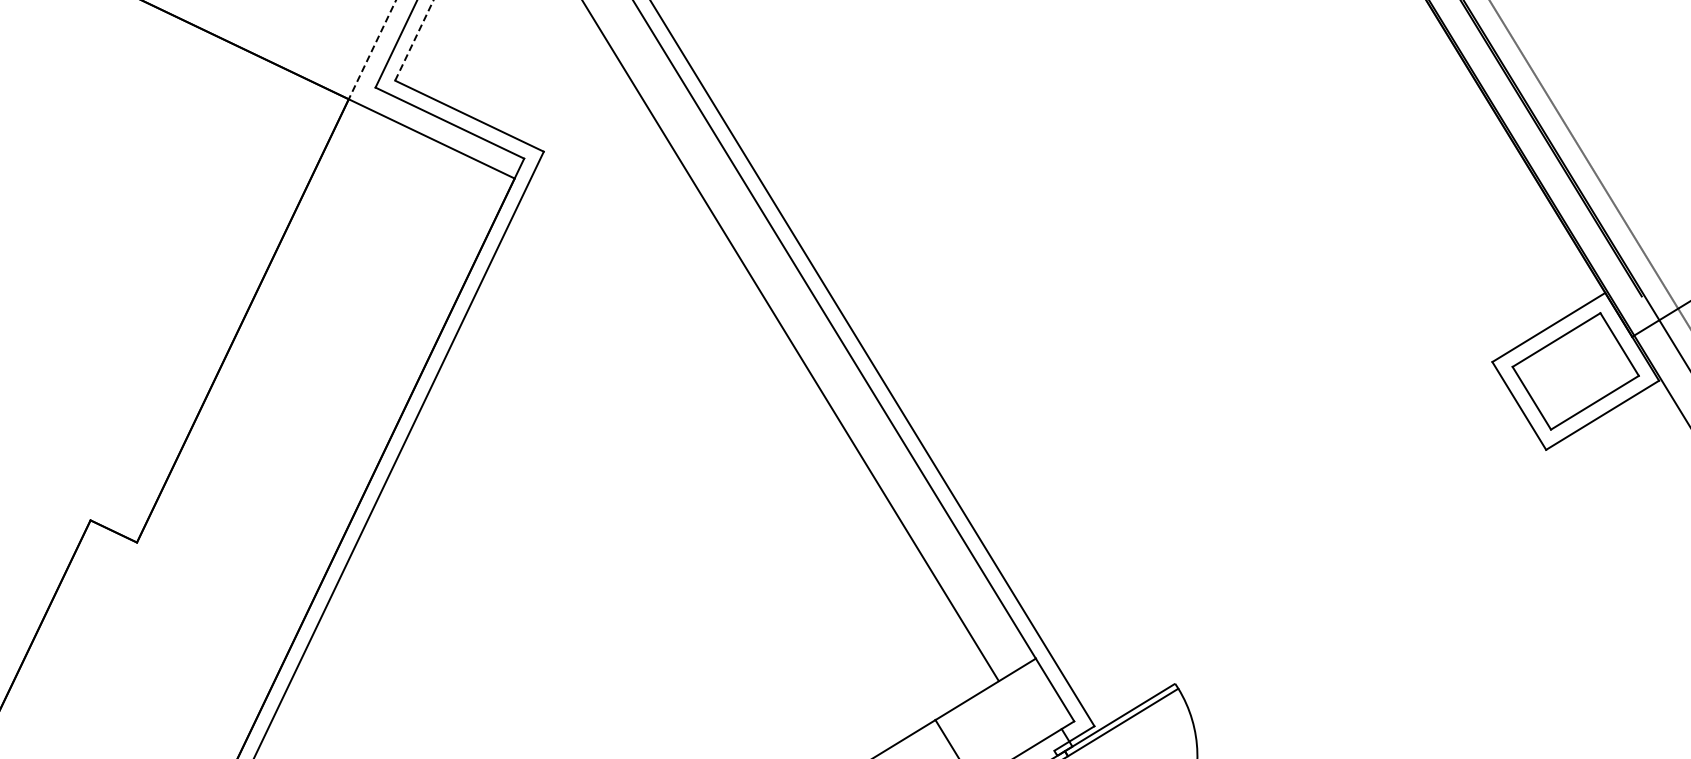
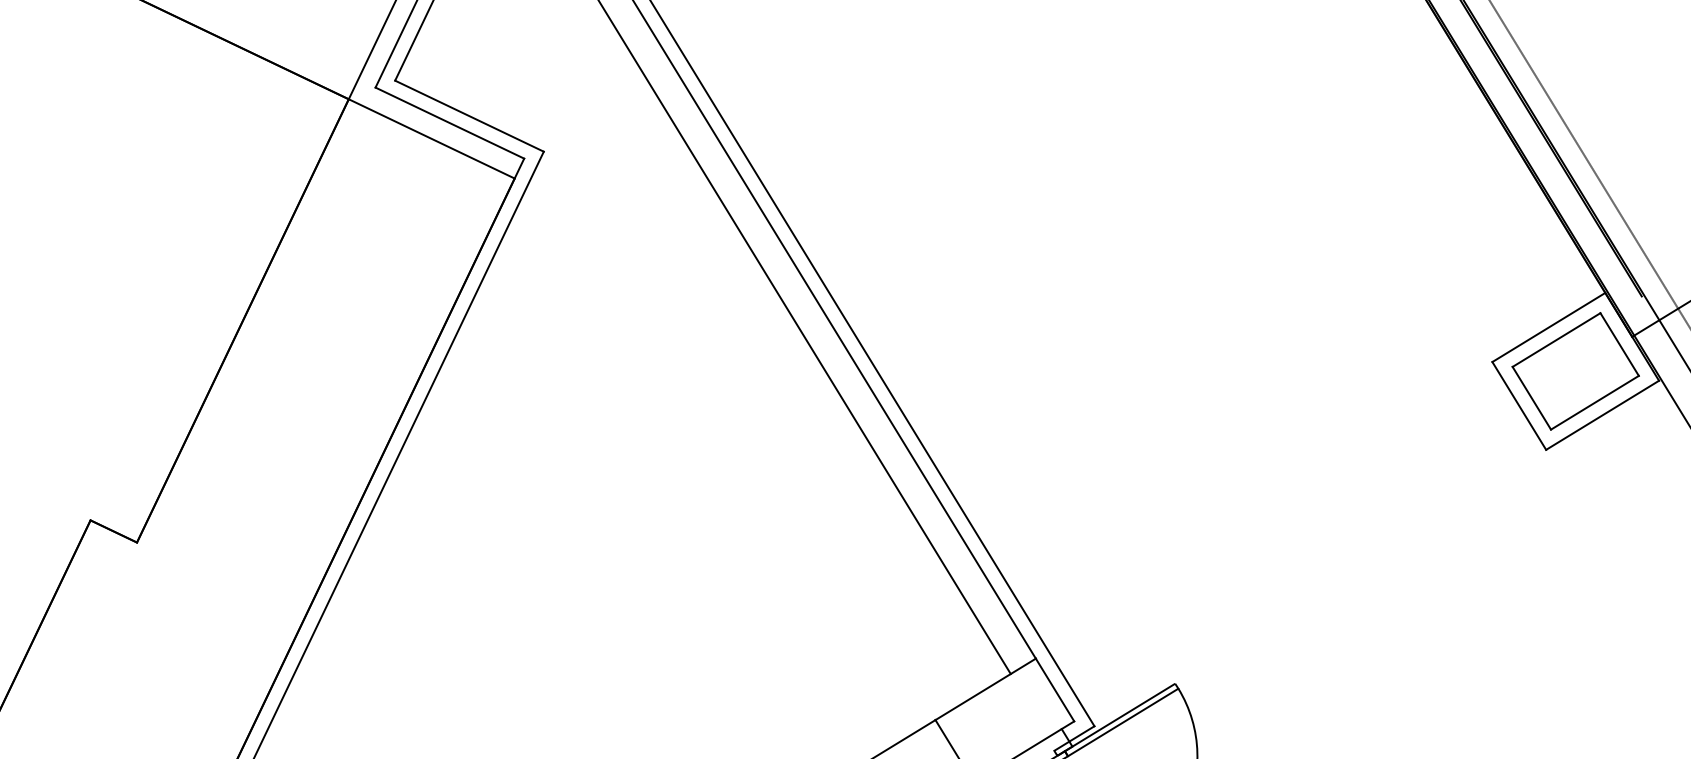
line at (414, 40): dashed -> solid
line at (372, 49): dashed -> solid
line at (790, 341) position: (790, 341) -> (804, 338)
